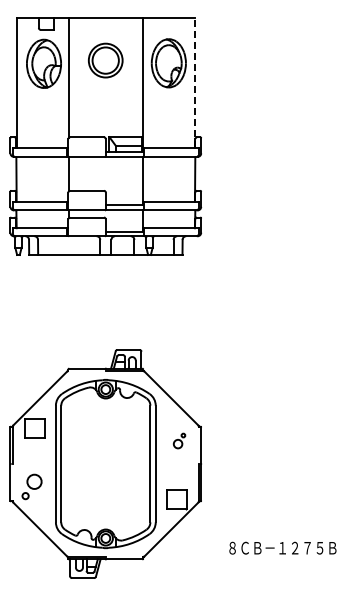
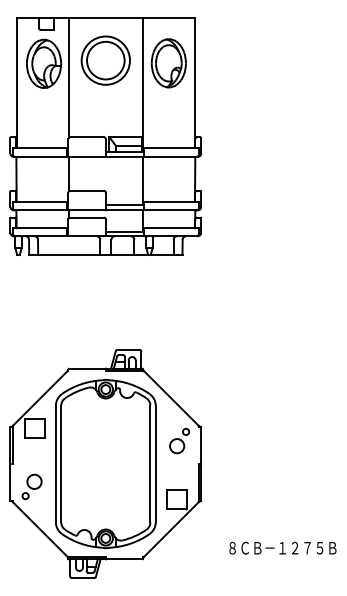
part at (105, 60) size: 37x37 px -> 51x51 px
line at (194, 82): dashed -> solid
part at (179, 440) size: 15x18 px -> 21x28 px
